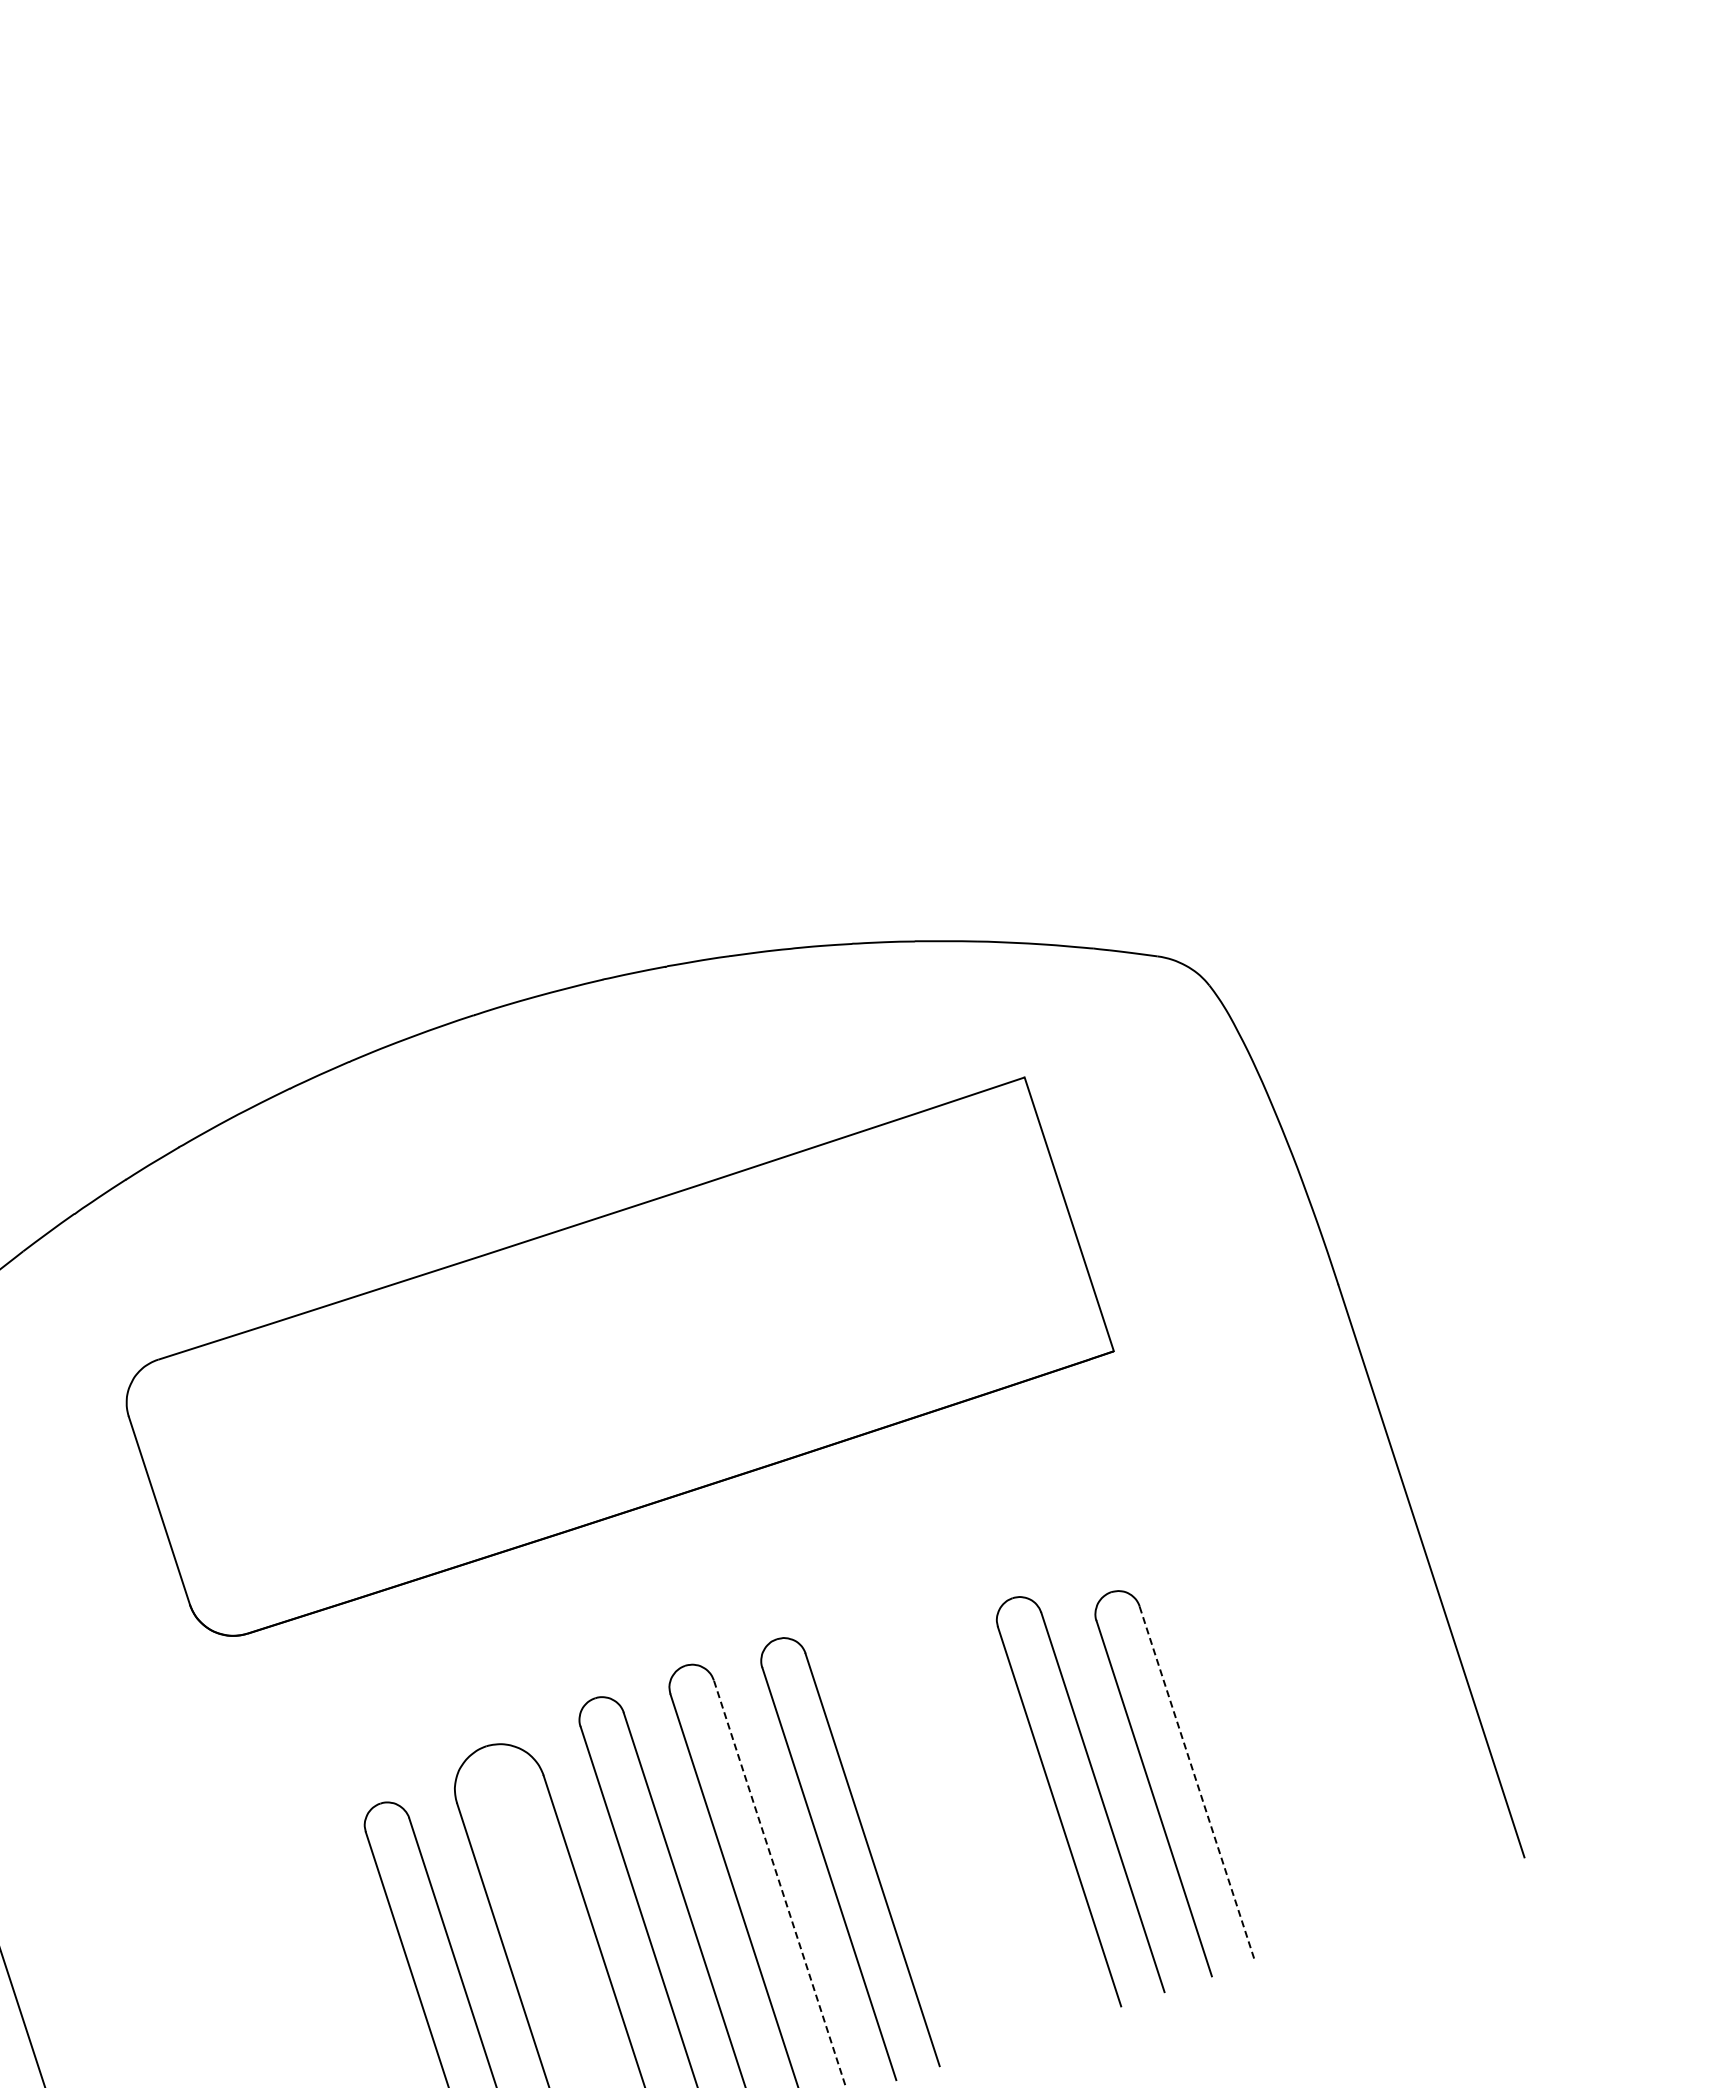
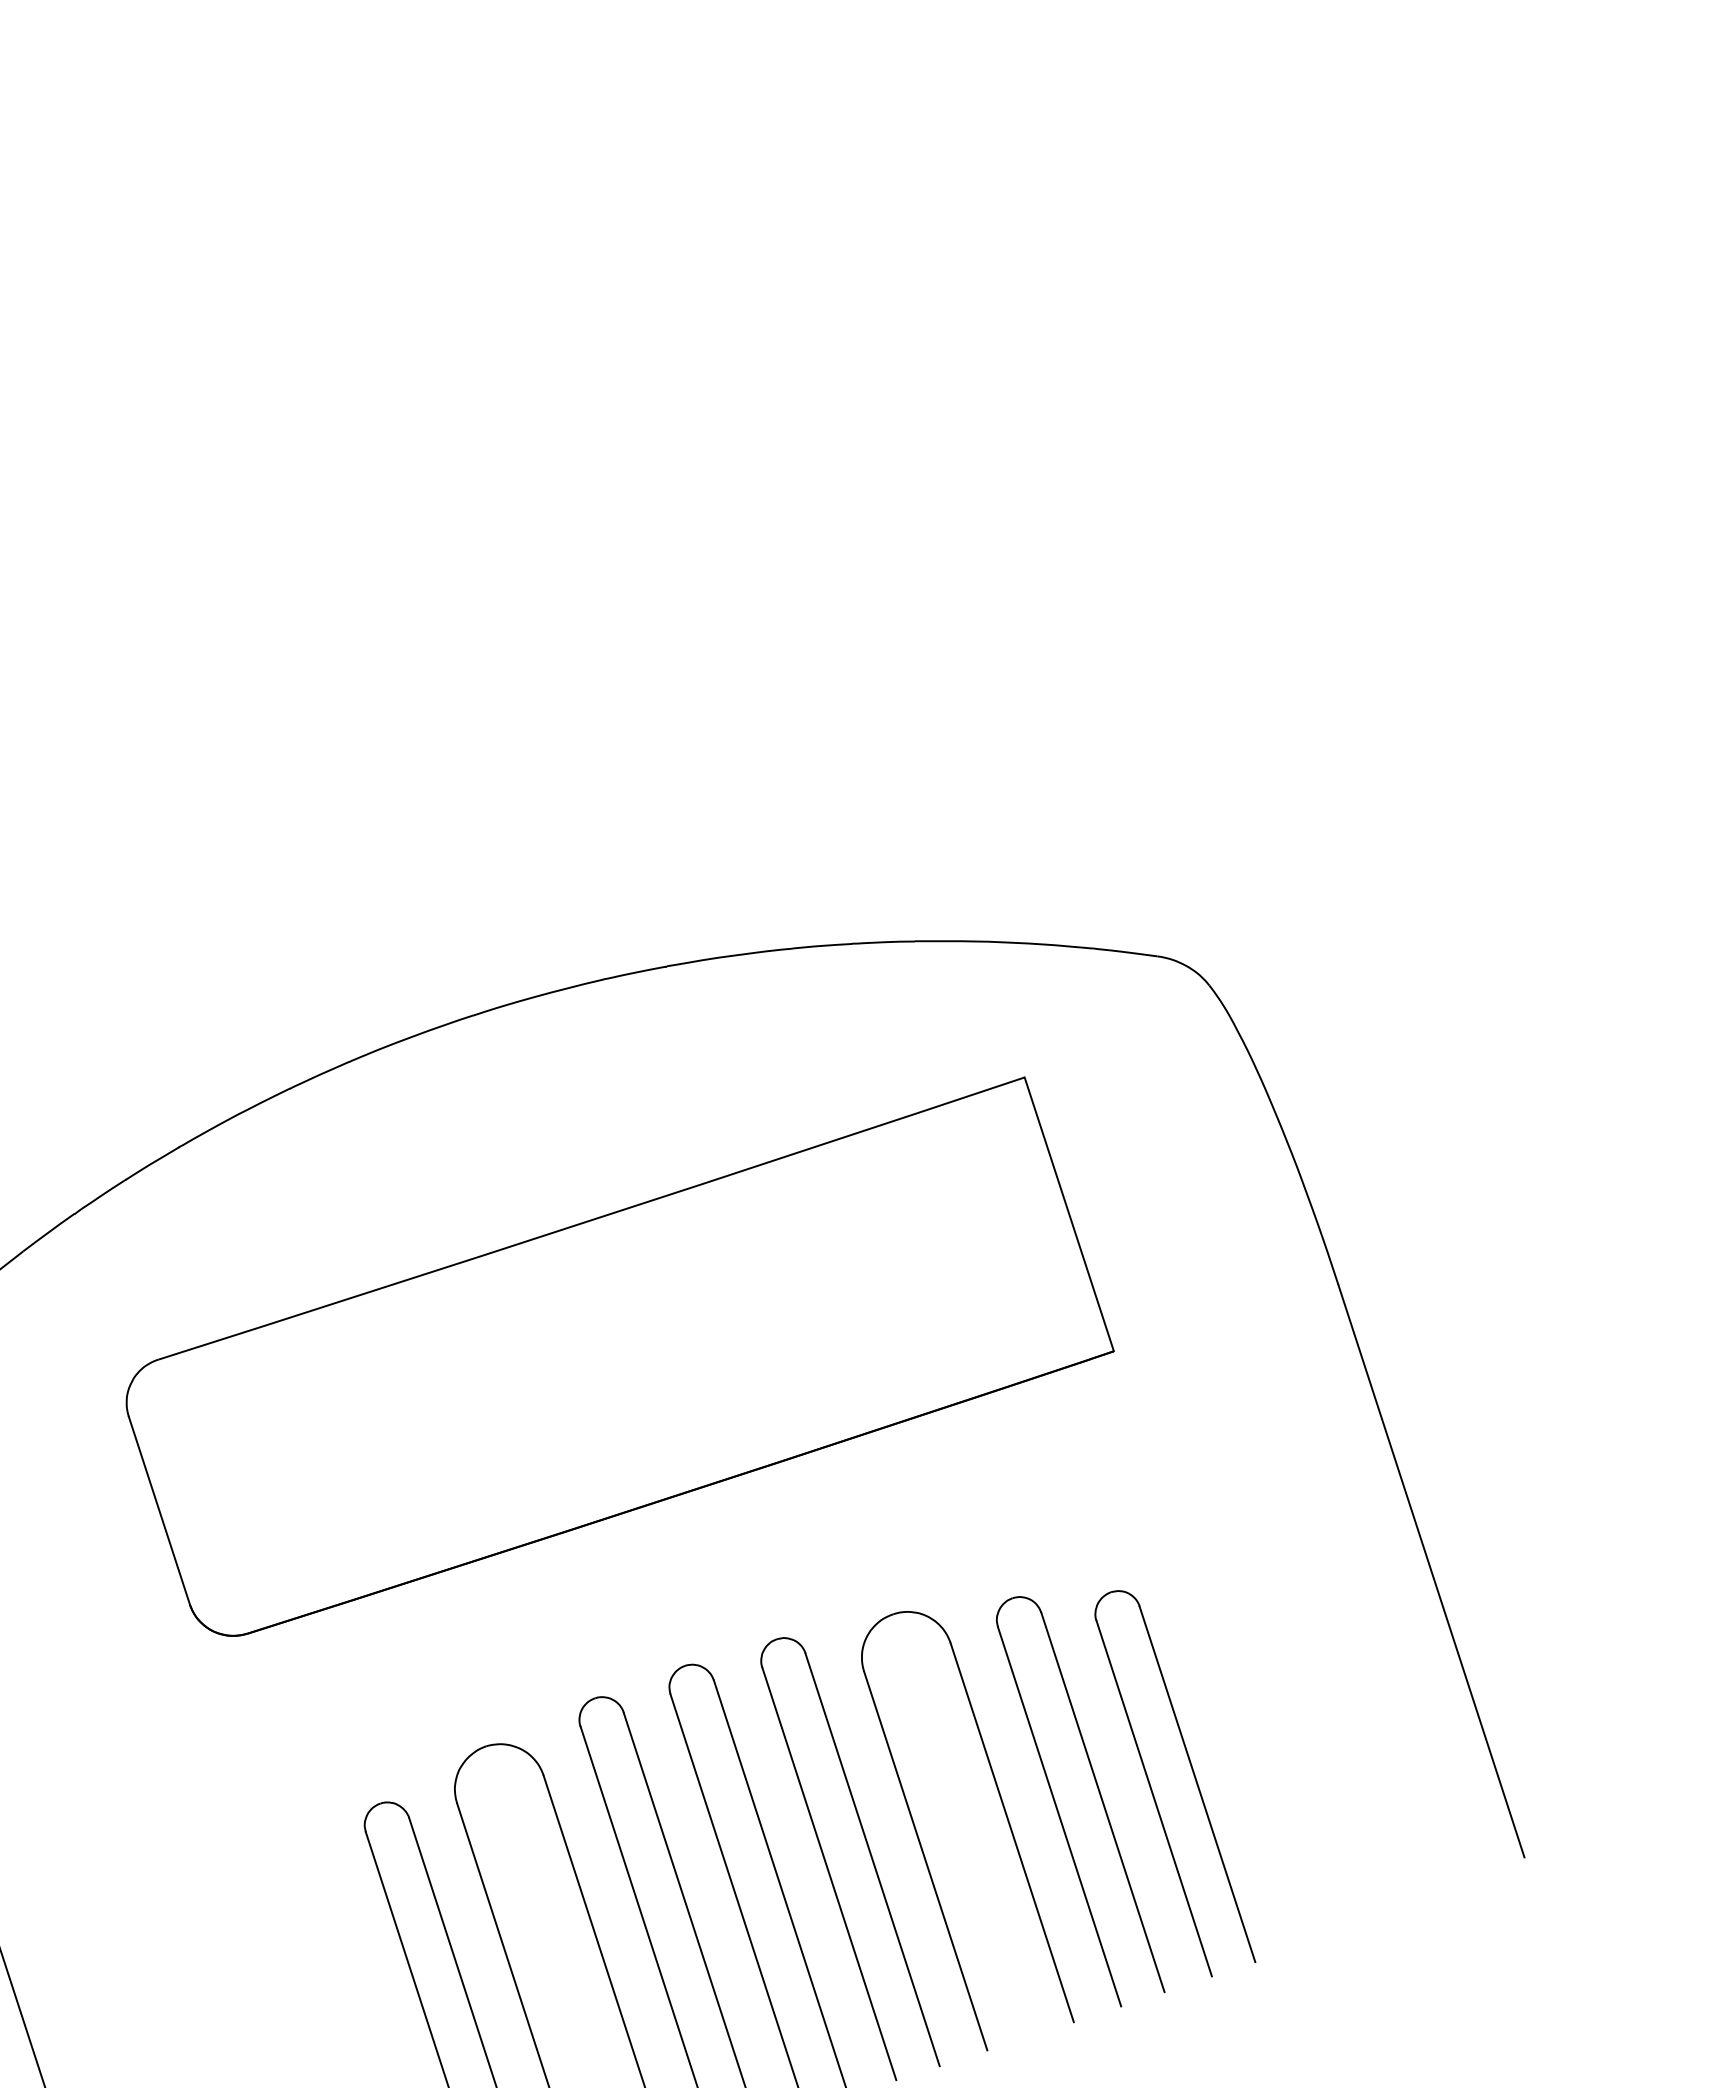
line at (1197, 1784): dashed -> solid
part at (1006, 1818): none -> present
line at (779, 1883): dashed -> solid
